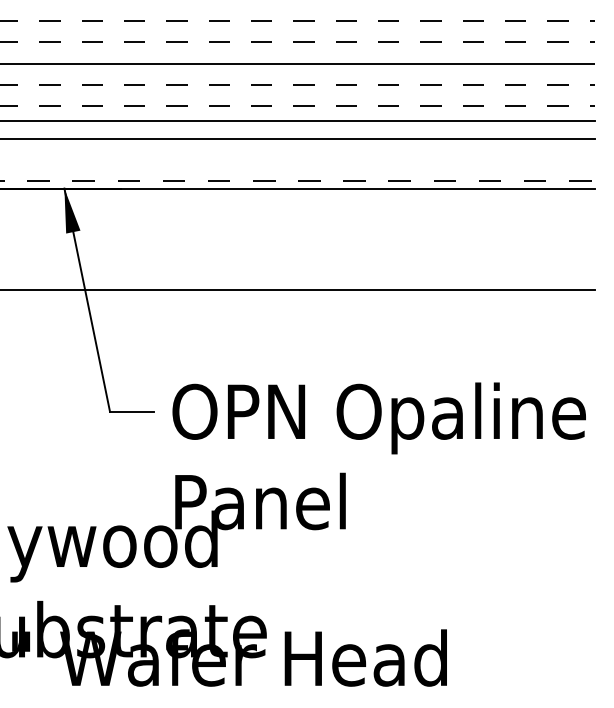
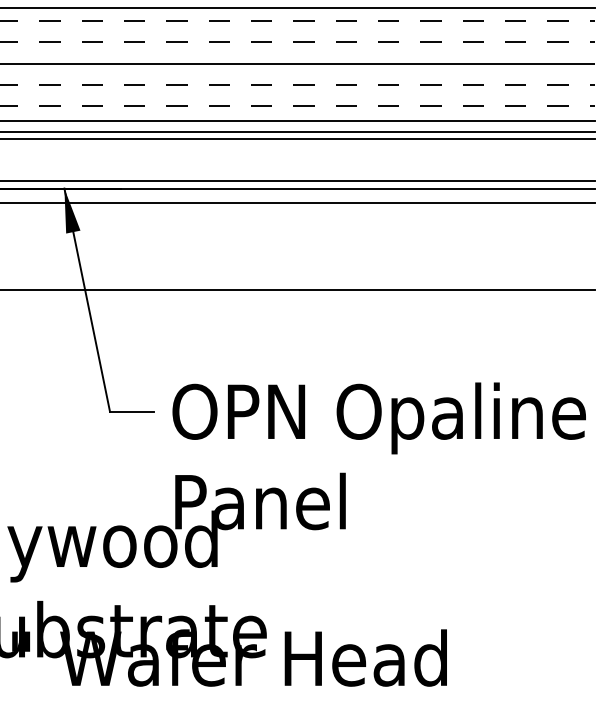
line at (298, 7): none -> present
line at (298, 132): none -> present
line at (298, 181): dashed -> solid
line at (298, 202): none -> present
